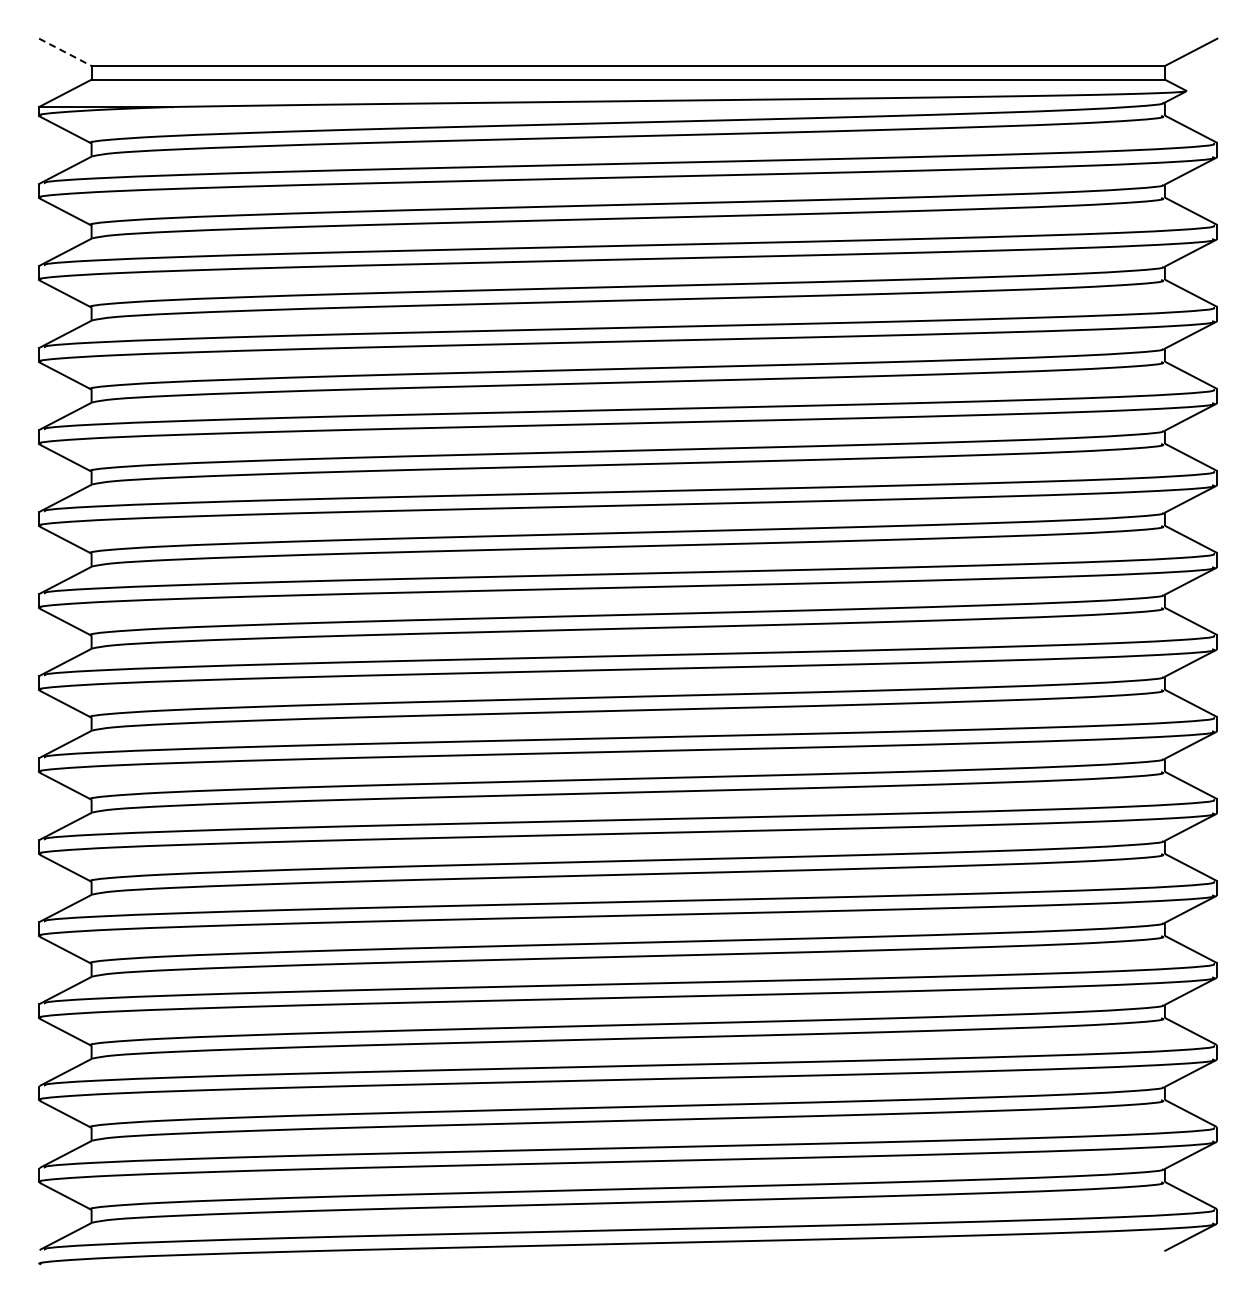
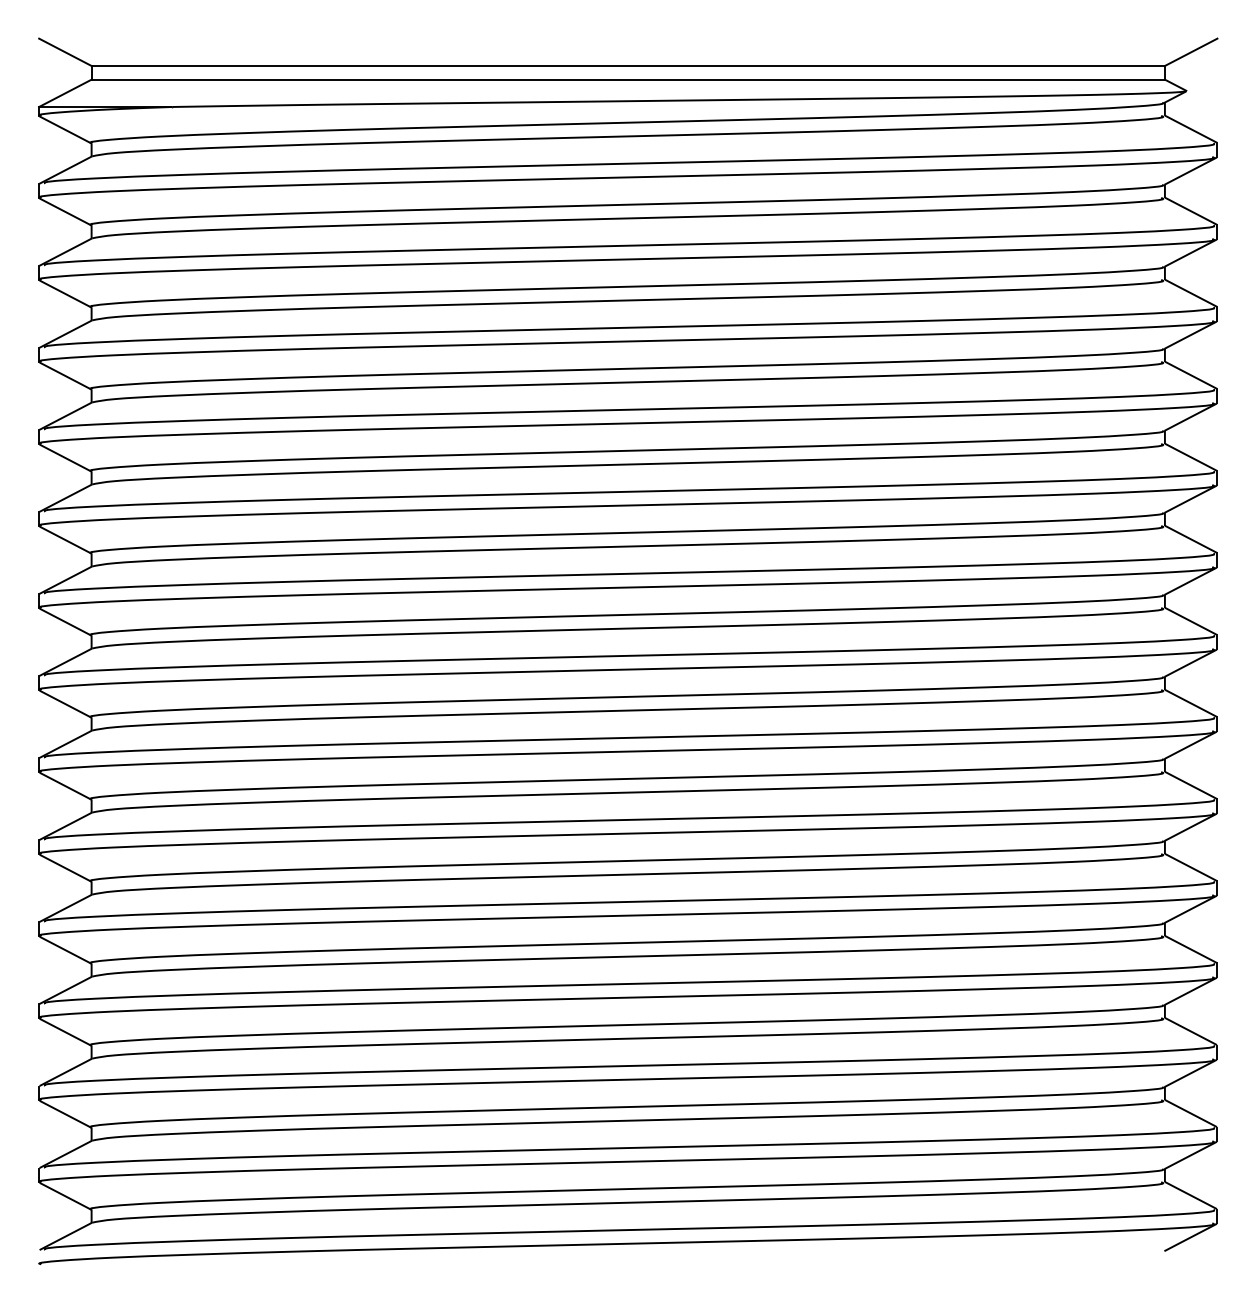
line at (65, 52): dashed -> solid
